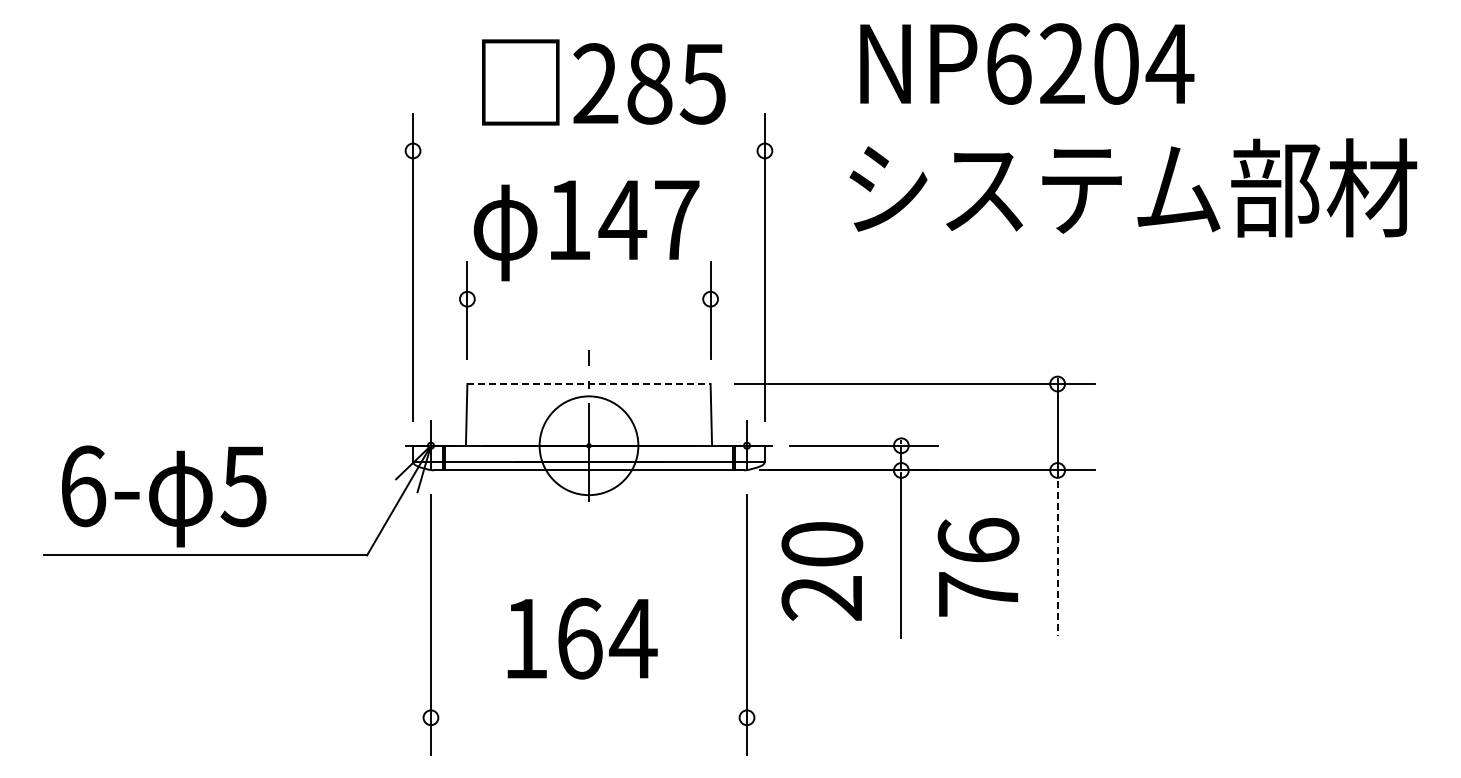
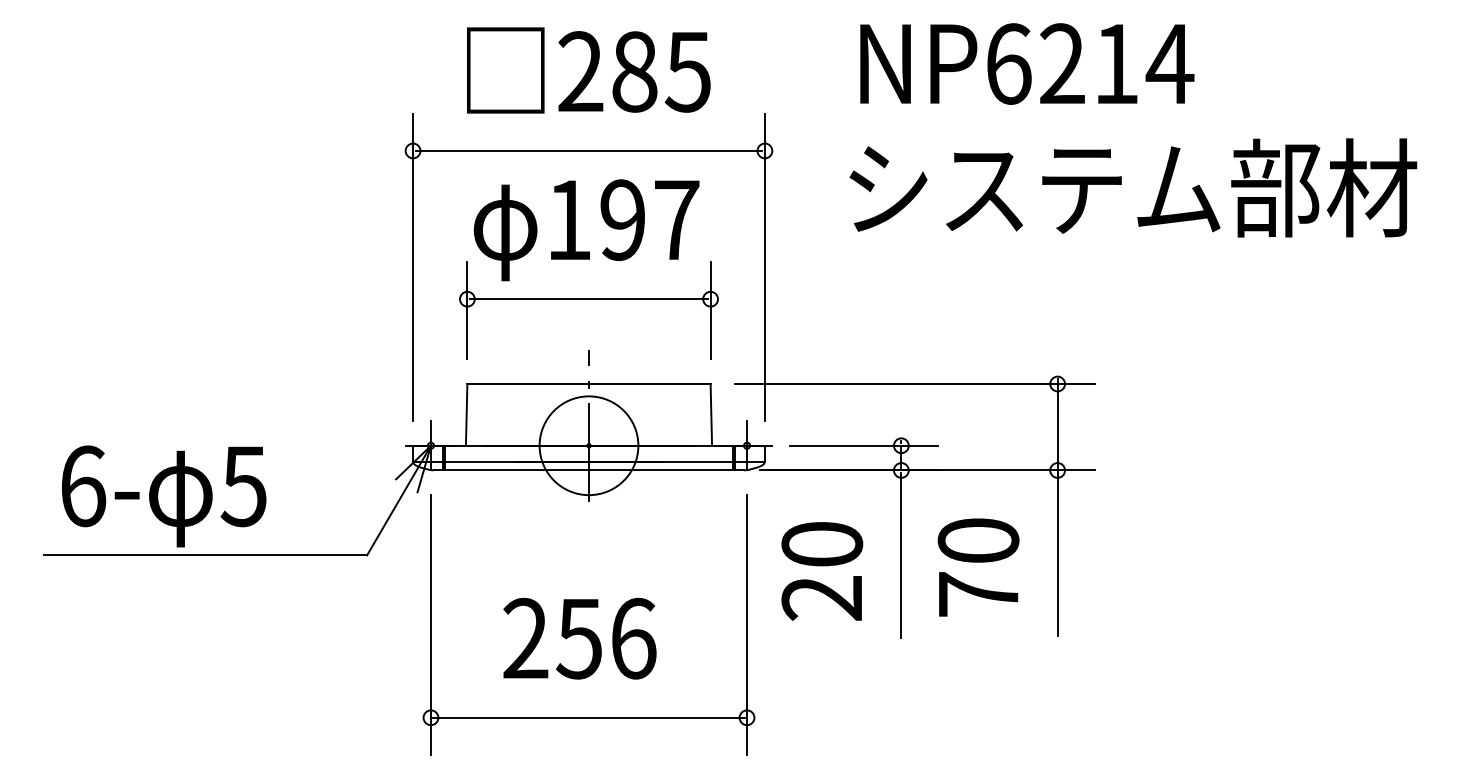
text at (1116, 63): NP6204 -> NP6214
text at (603, 82) position: (603, 82) -> (588, 70)
line at (588, 150): none -> present
text at (622, 220): 147 -> 197
line at (588, 299): none -> present
line at (589, 384): dashed -> solid
text at (978, 540): 76 -> 70
line at (1057, 553): dashed -> solid
text at (580, 638): 164 -> 256
line at (588, 717): none -> present
